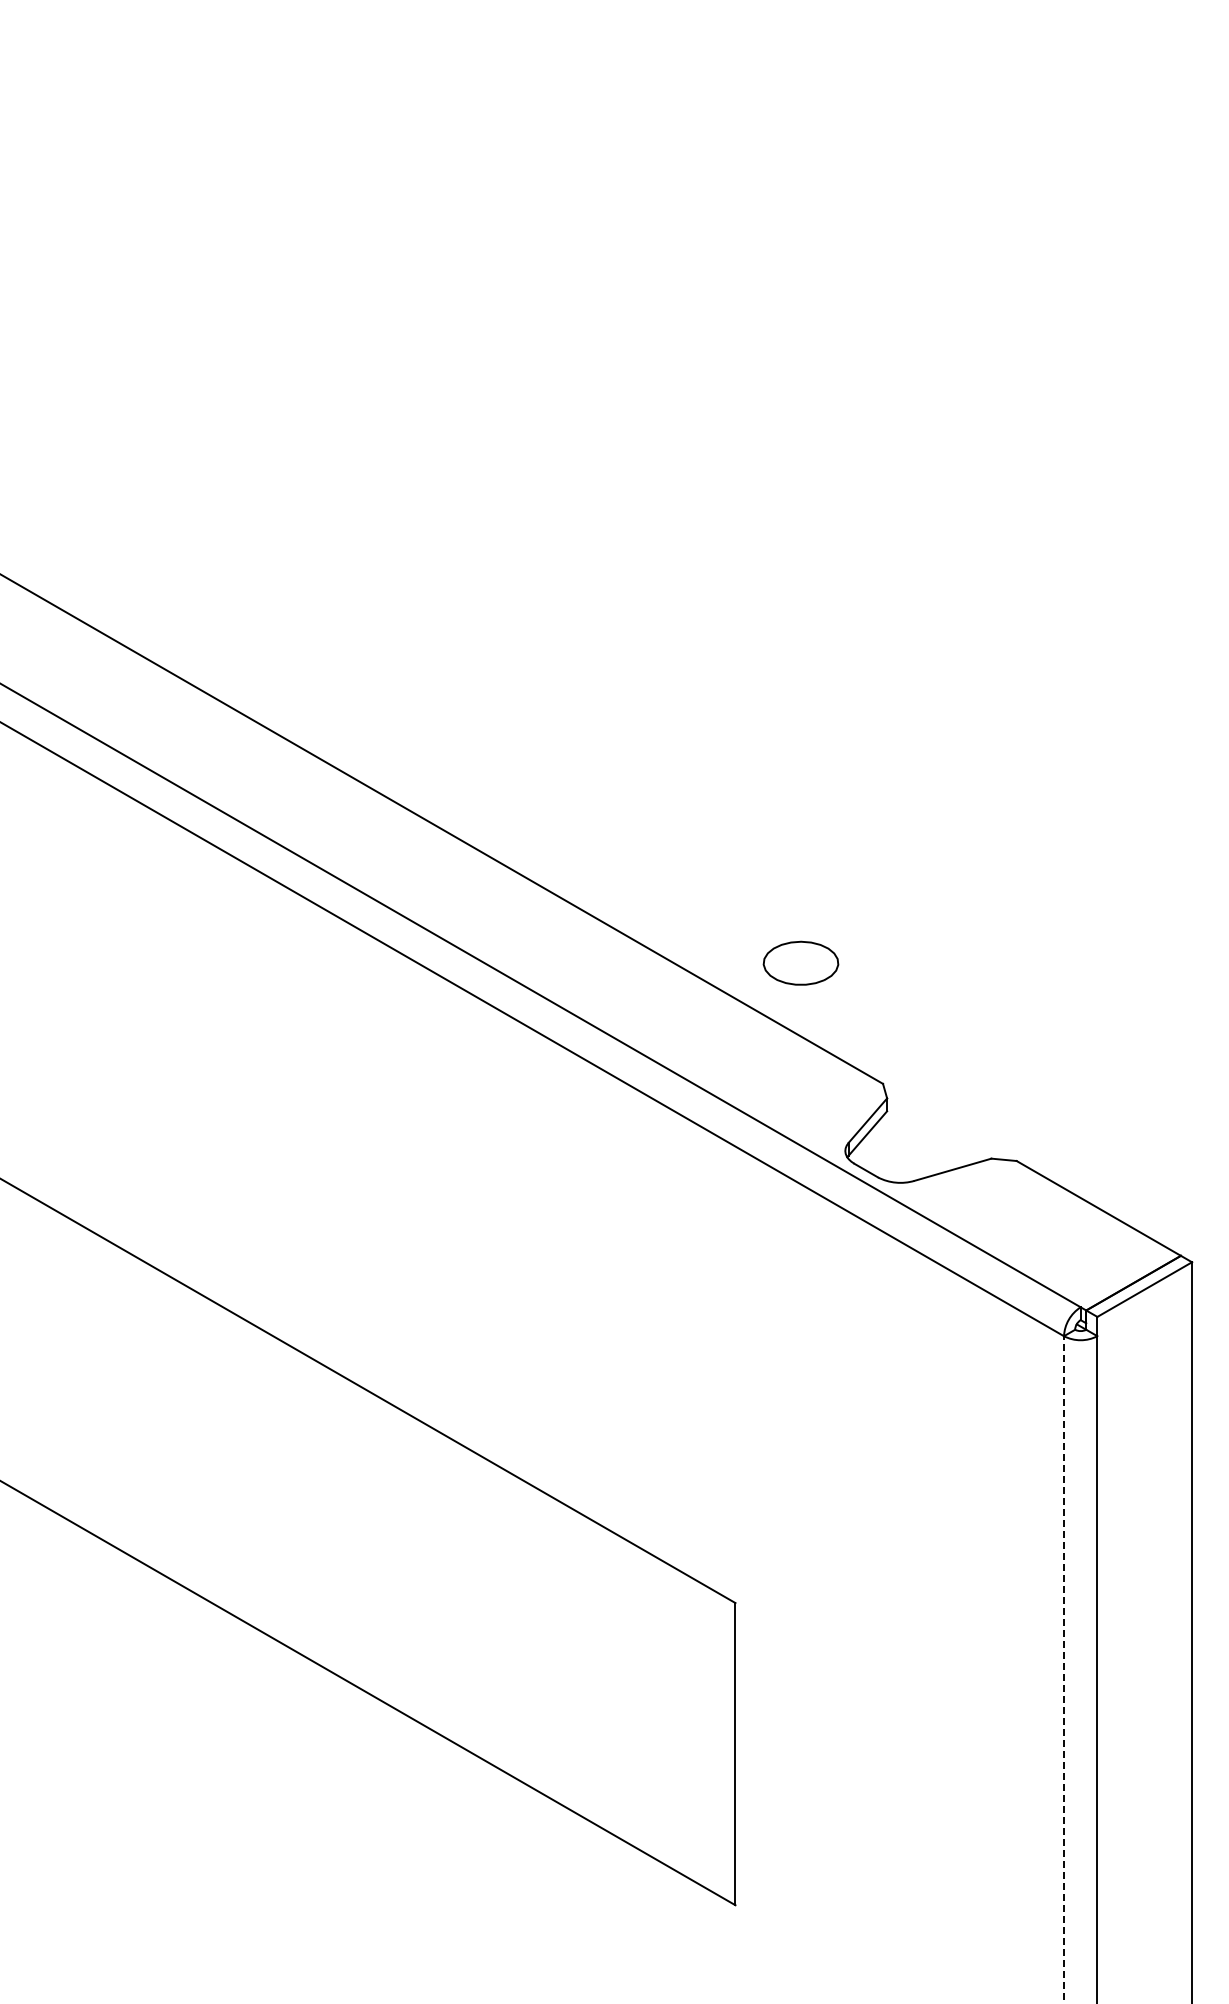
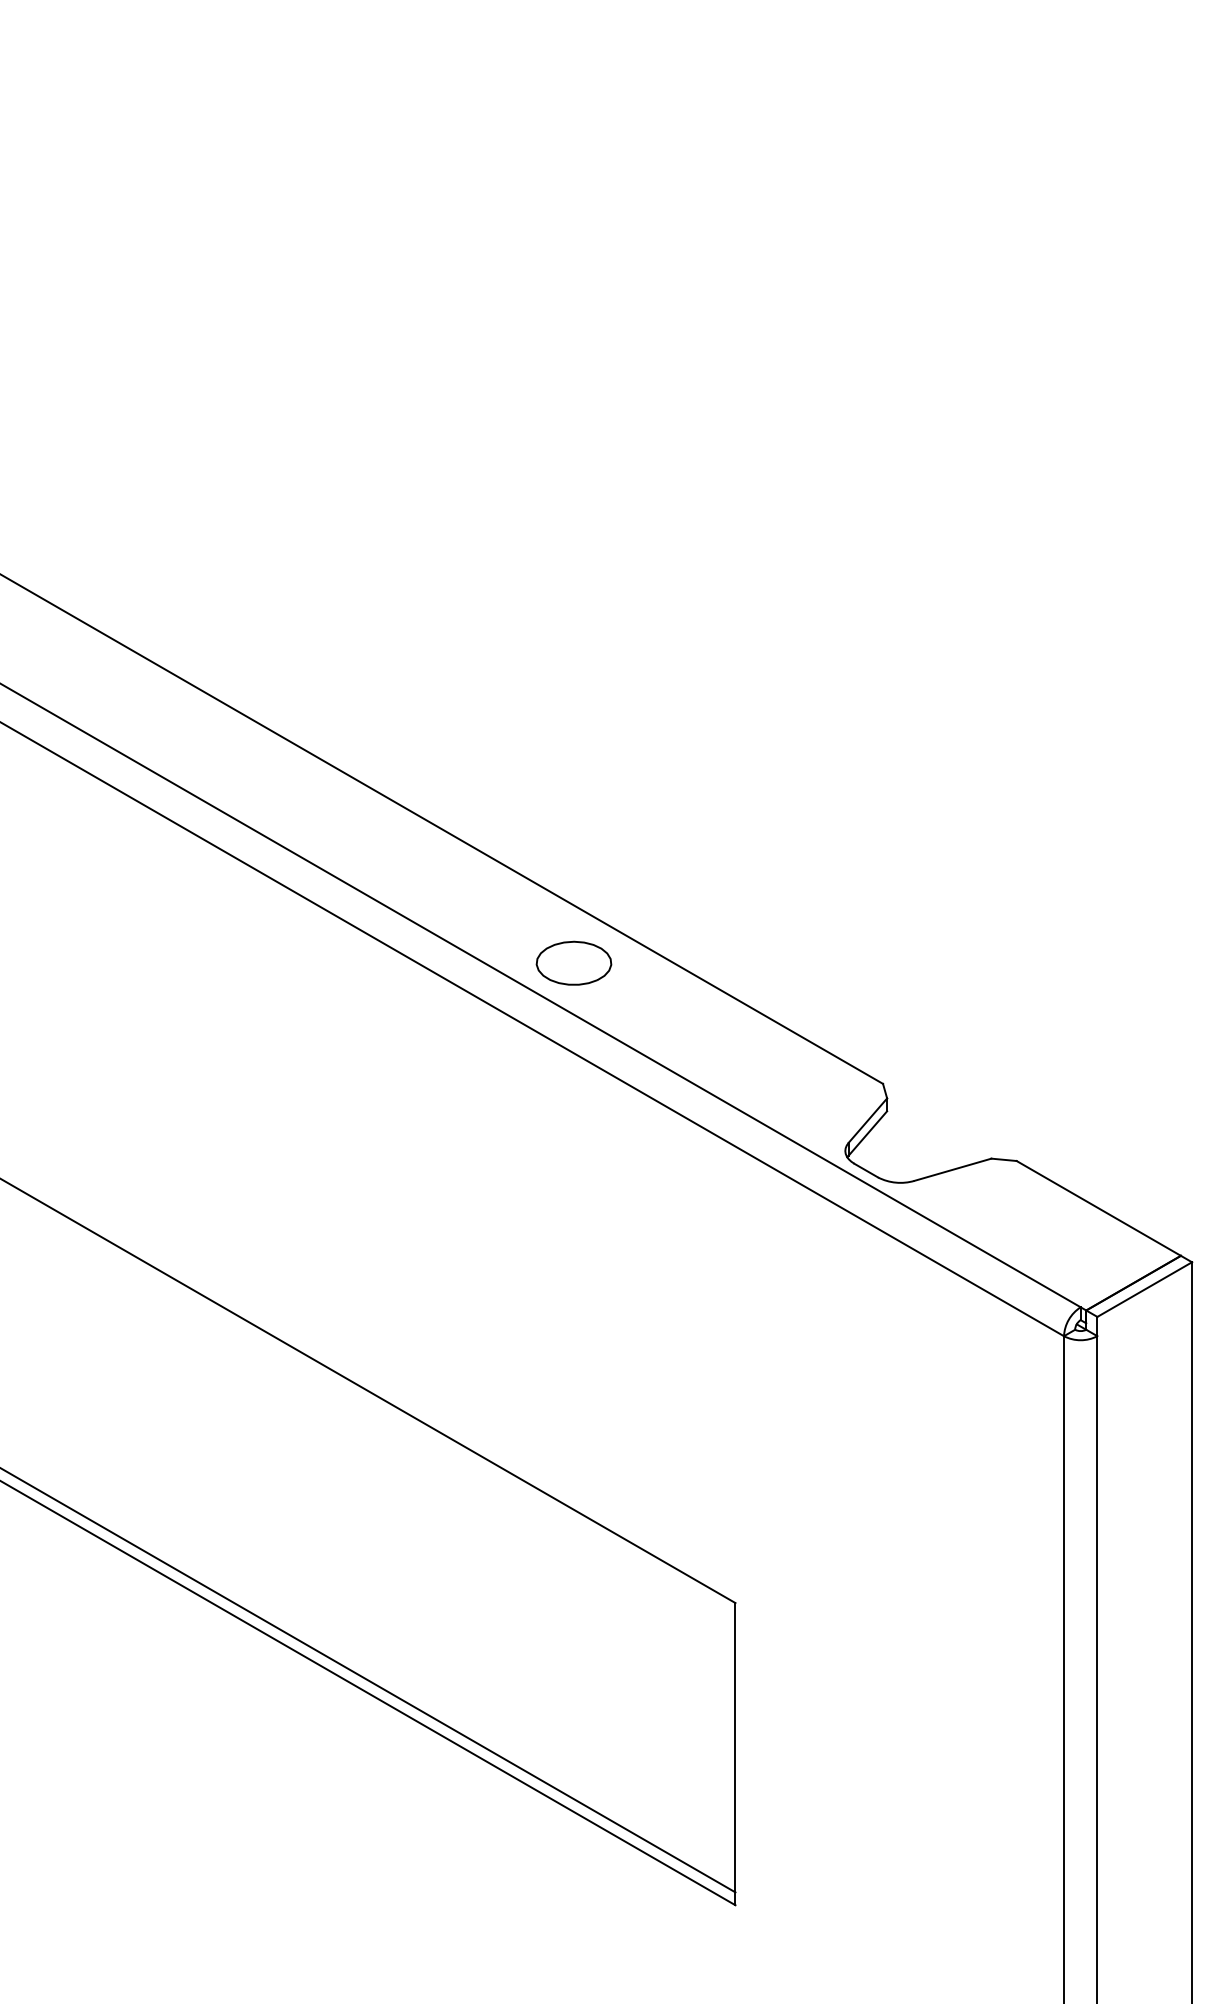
part at (800, 962) position: (800, 962) -> (573, 962)
line at (1064, 1670): dashed -> solid
line at (368, 1680): none -> present
